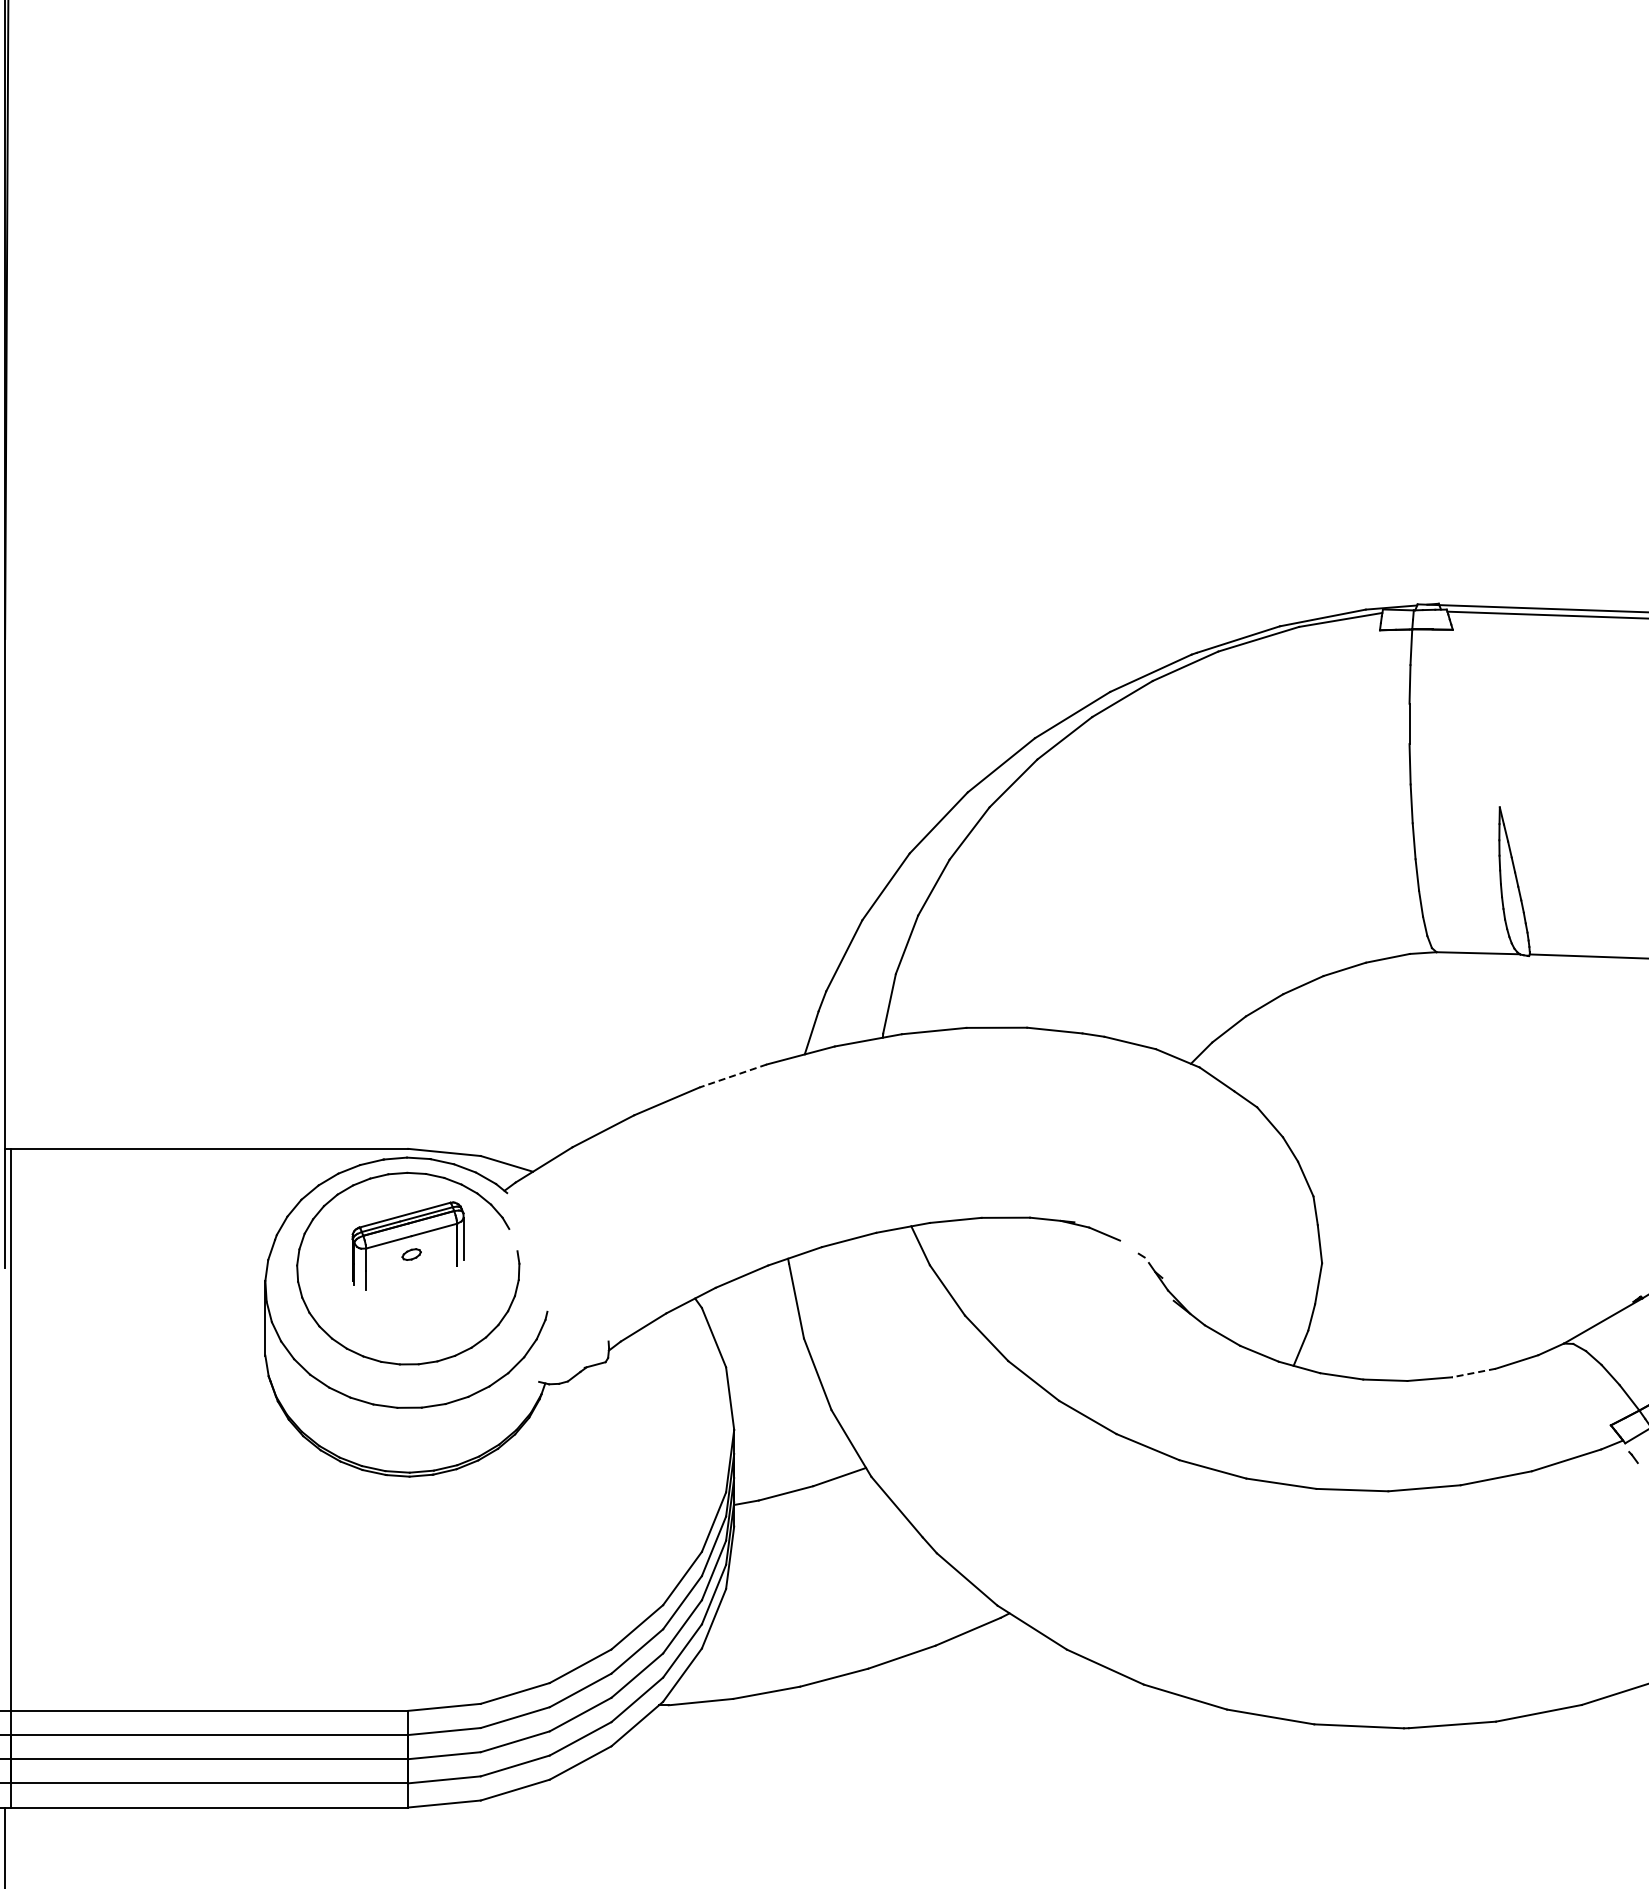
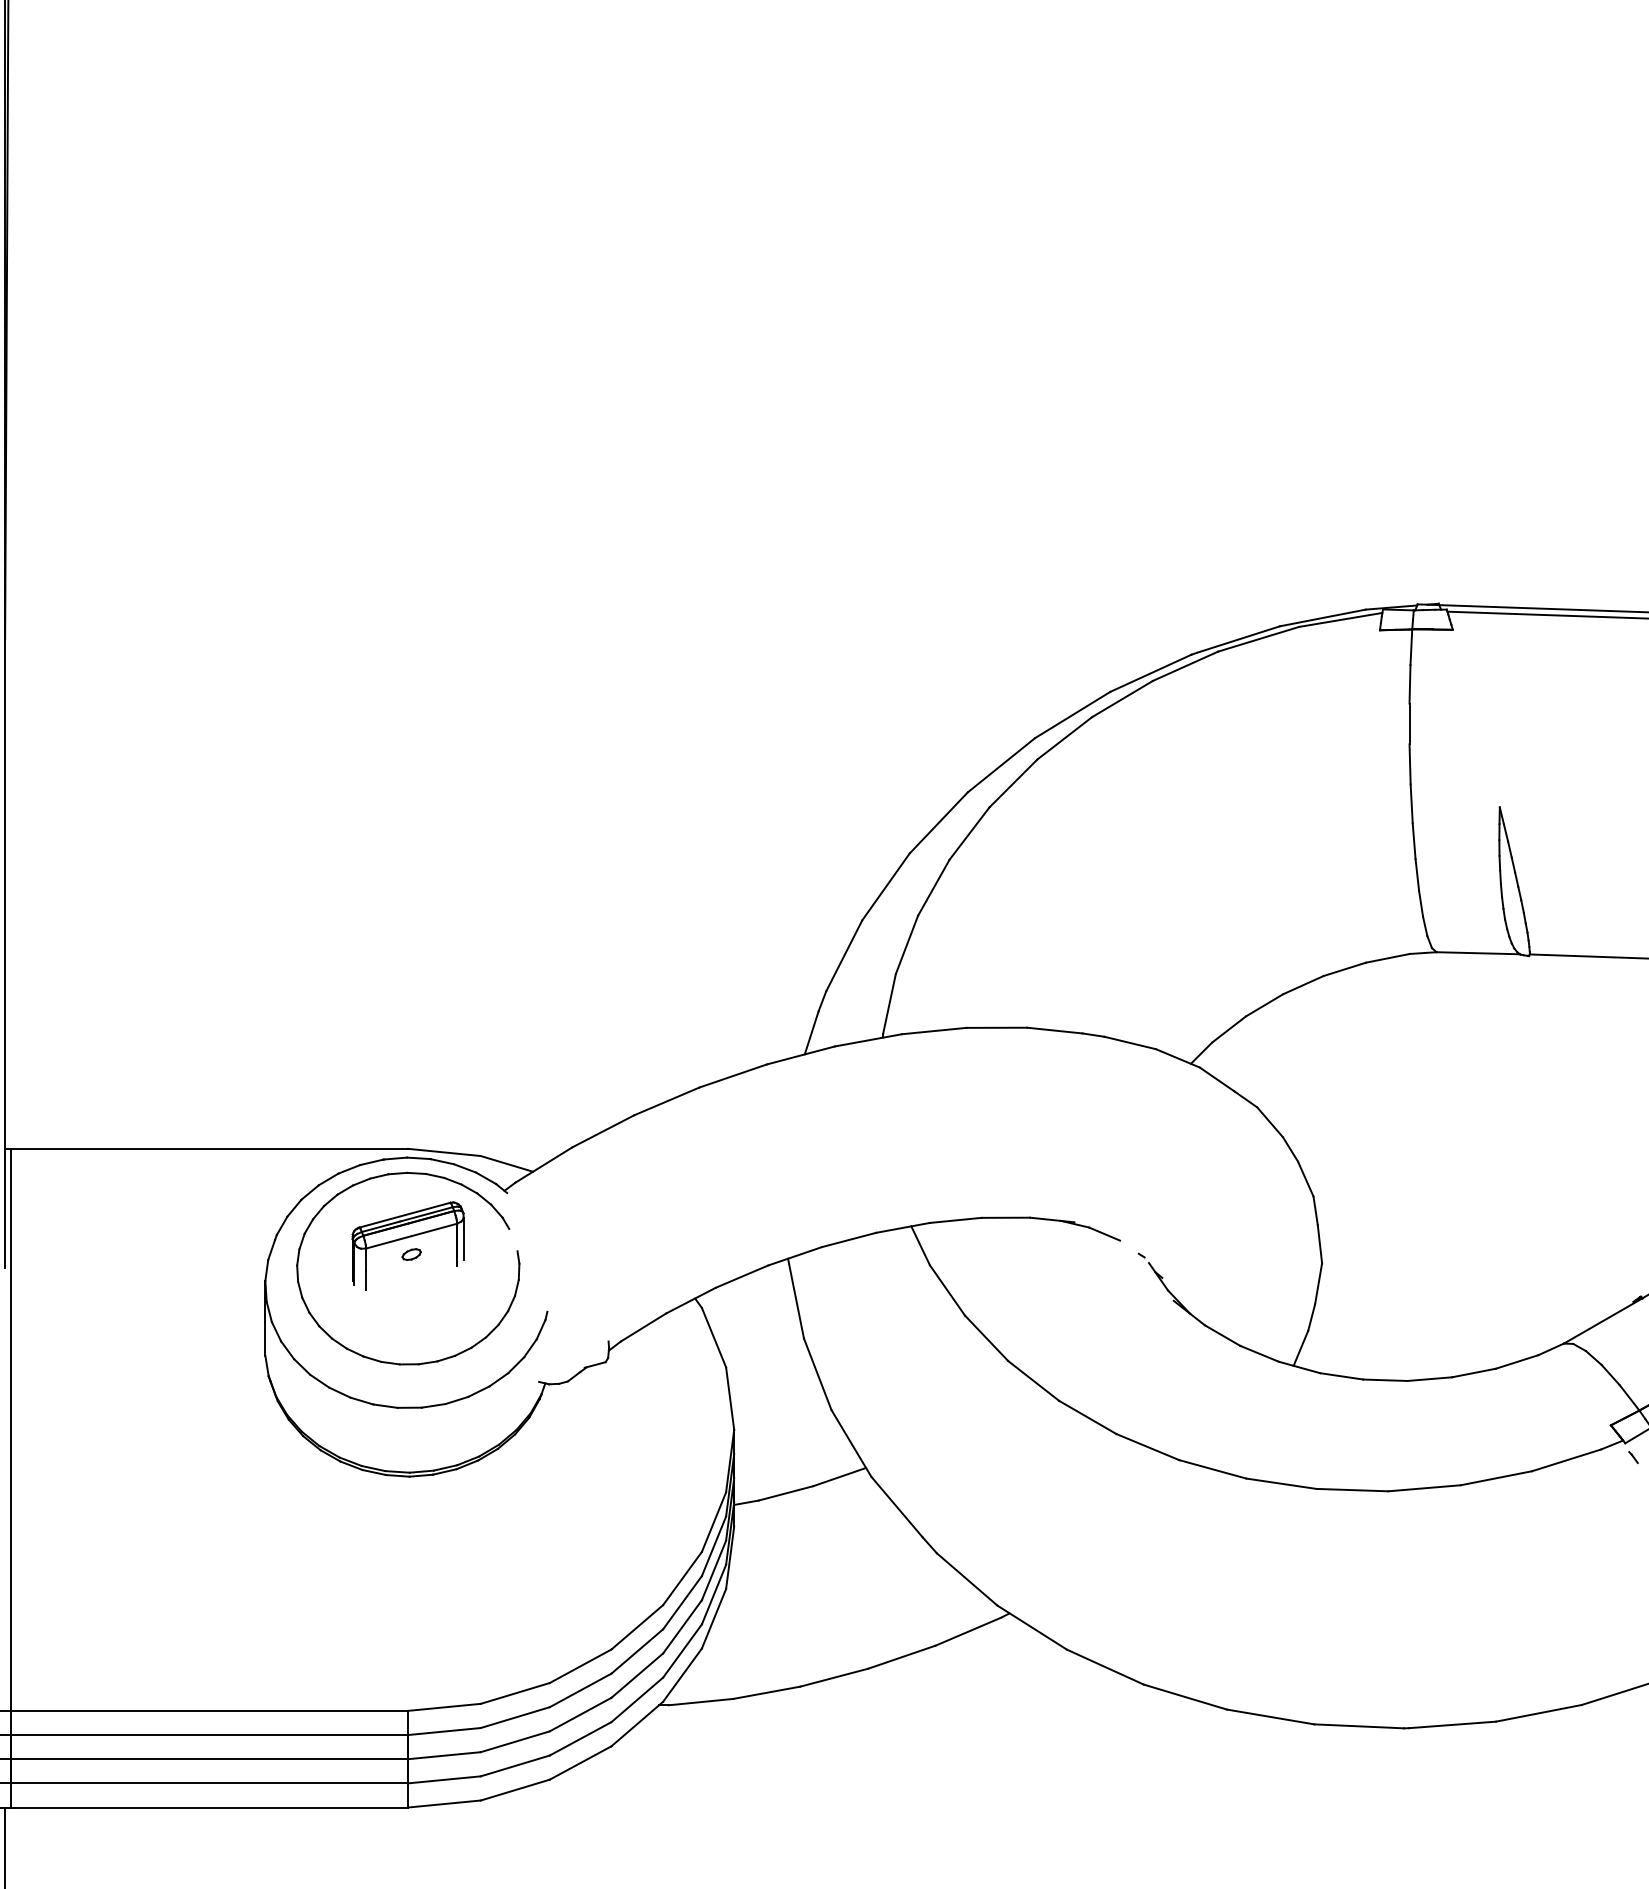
line at (733, 1075): dashed -> solid
line at (1473, 1373): dashed -> solid
